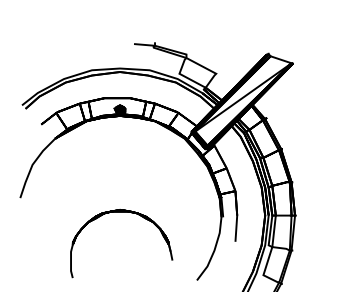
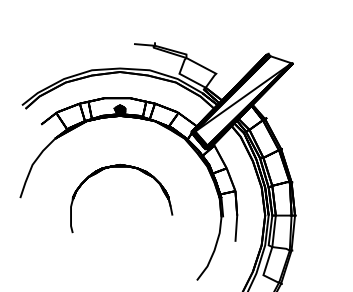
part at (121, 212) position: (121, 212) -> (121, 167)
